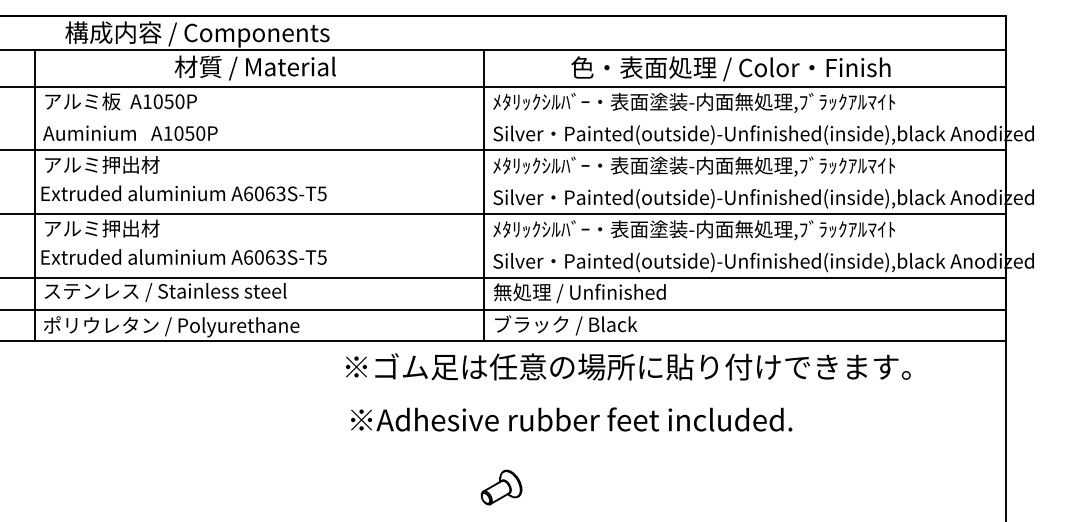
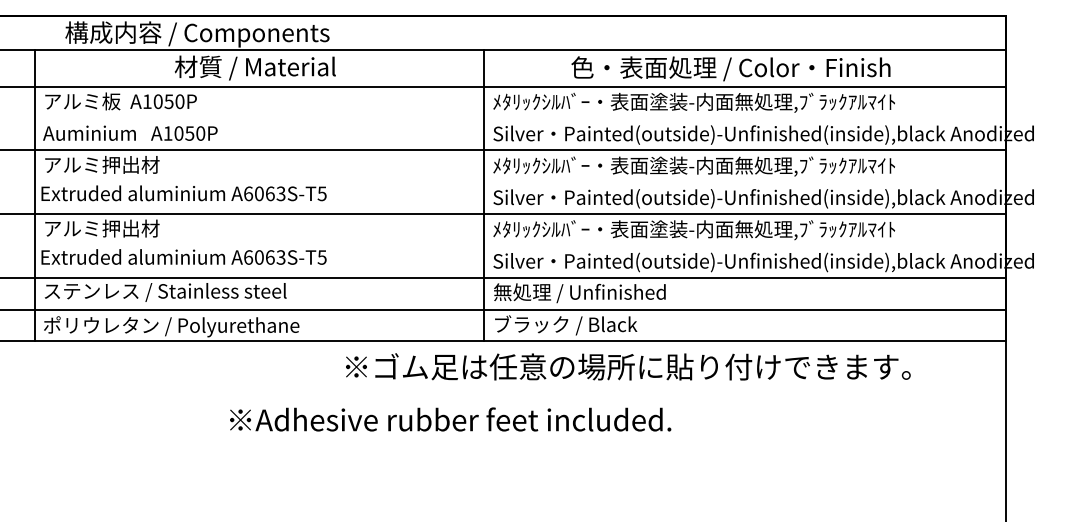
text at (571, 419) position: (571, 419) -> (450, 419)
part at (501, 487): present -> none
